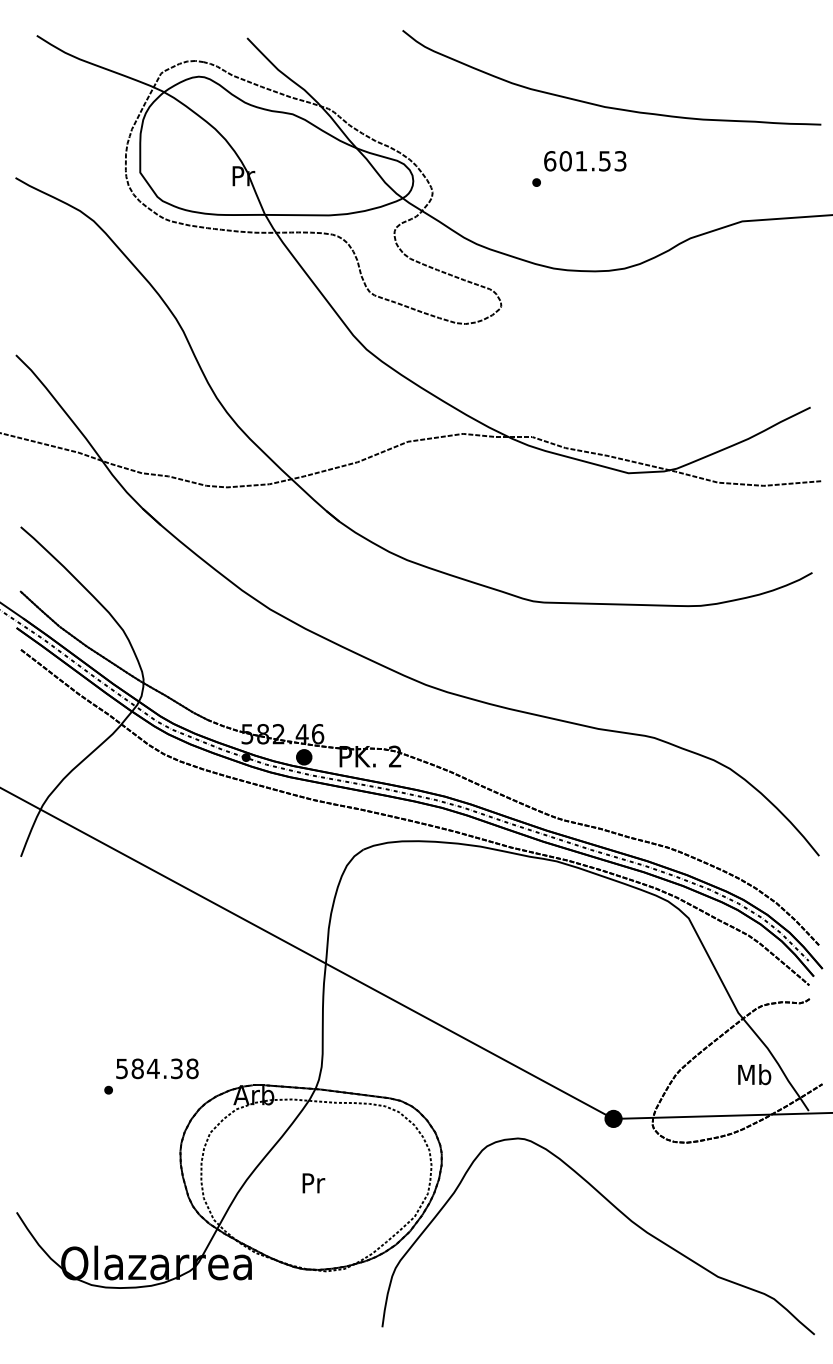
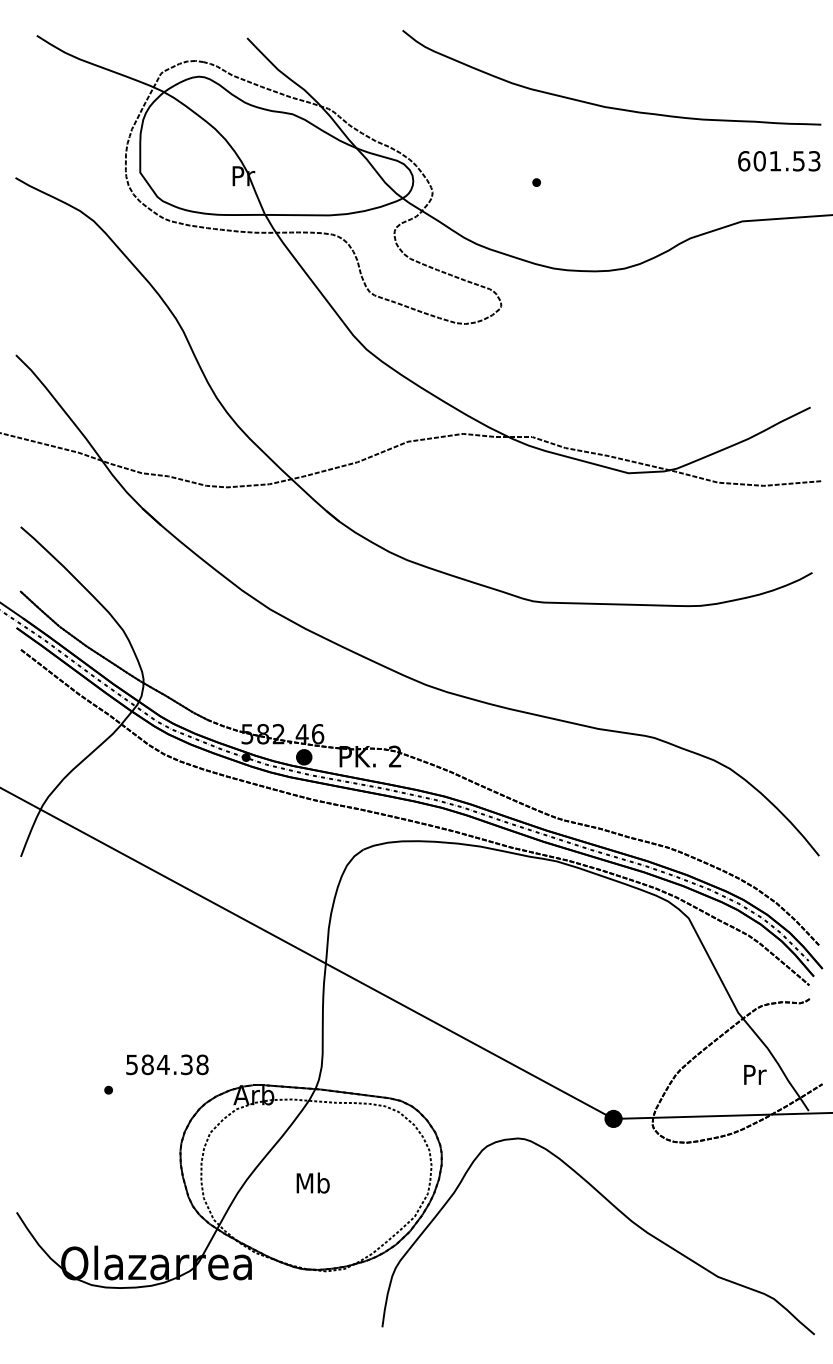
text at (585, 161) position: (585, 161) -> (779, 161)
text at (157, 1068) position: (157, 1068) -> (167, 1064)
text at (754, 1074): Mb -> Pr
text at (312, 1182): Pr -> Mb
